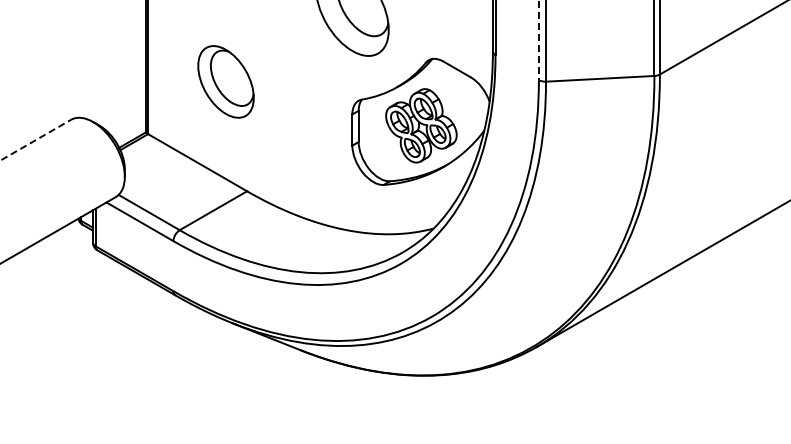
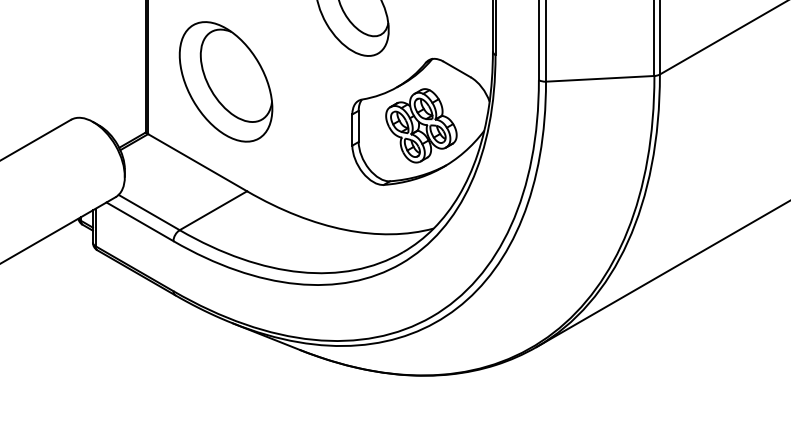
line at (538, 40): dashed -> solid
part at (225, 81) size: 58x74 px -> 96x122 px
line at (35, 140): dashed -> solid
